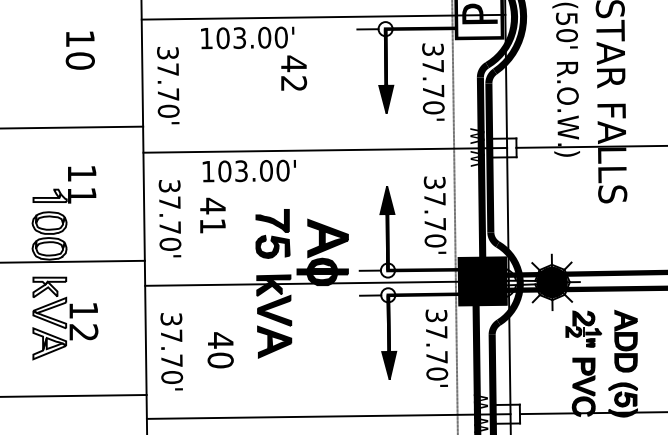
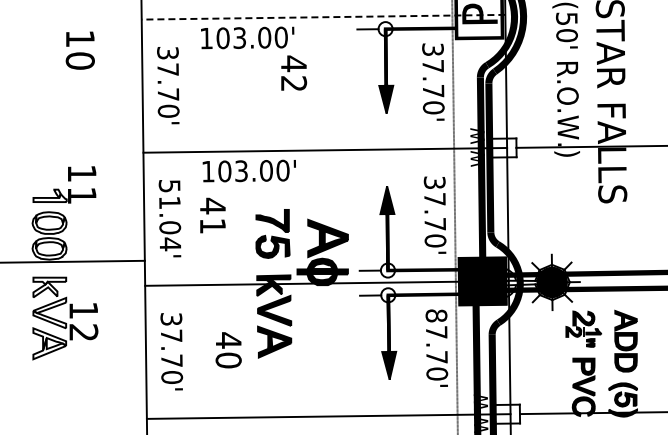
line at (323, 17): solid -> dashed
line at (72, 127): present -> none
text at (170, 215): 37.70' -> 51.04'
text at (436, 315): 37.70' -> 87.70'
text at (220, 350) position: (220, 350) -> (228, 350)
line at (74, 395): present -> none
